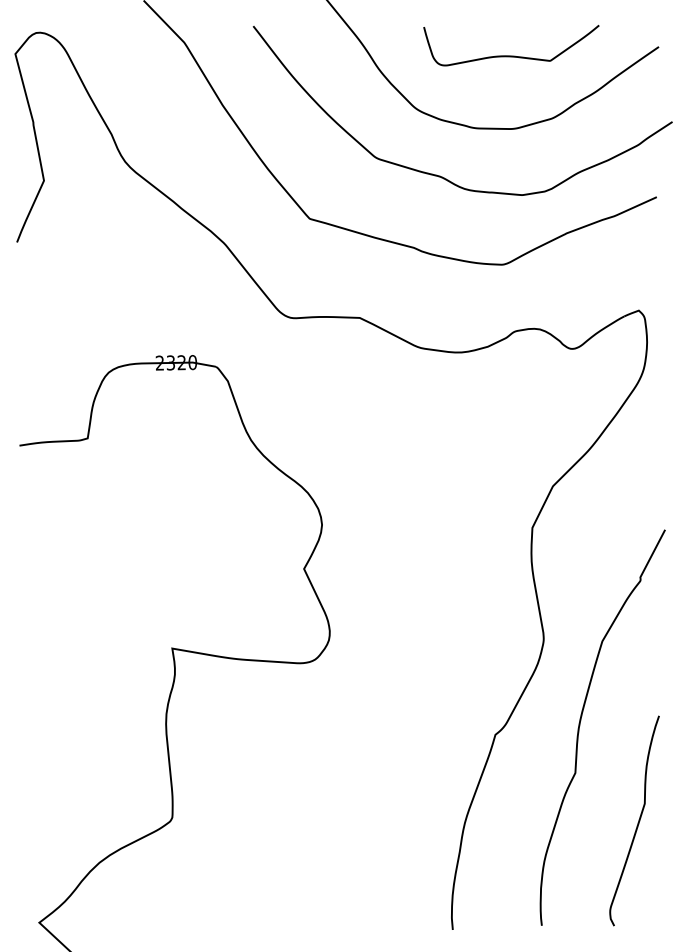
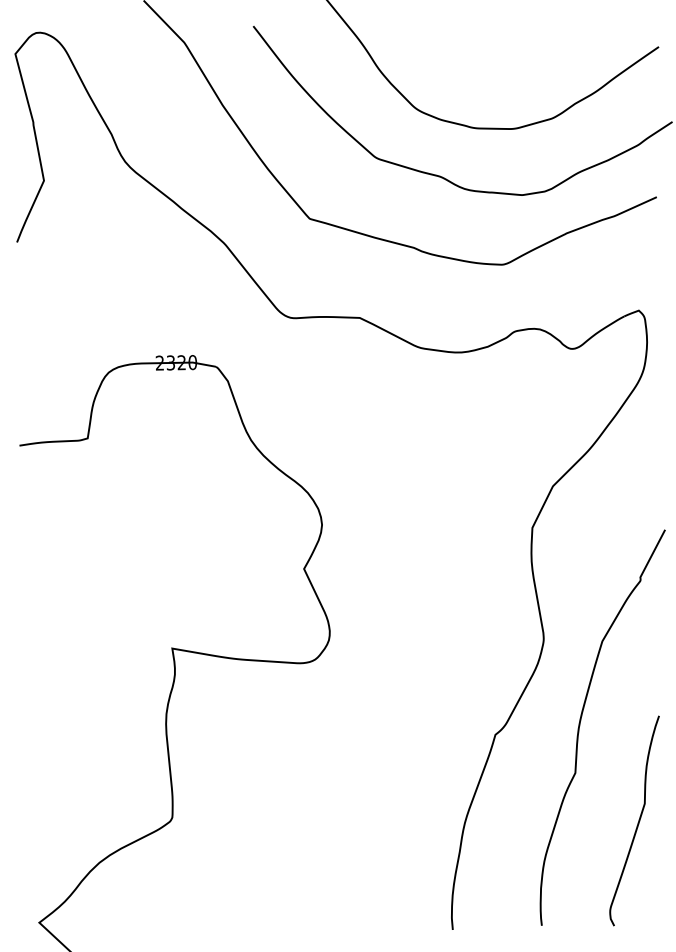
curve at (511, 55): present -> none
